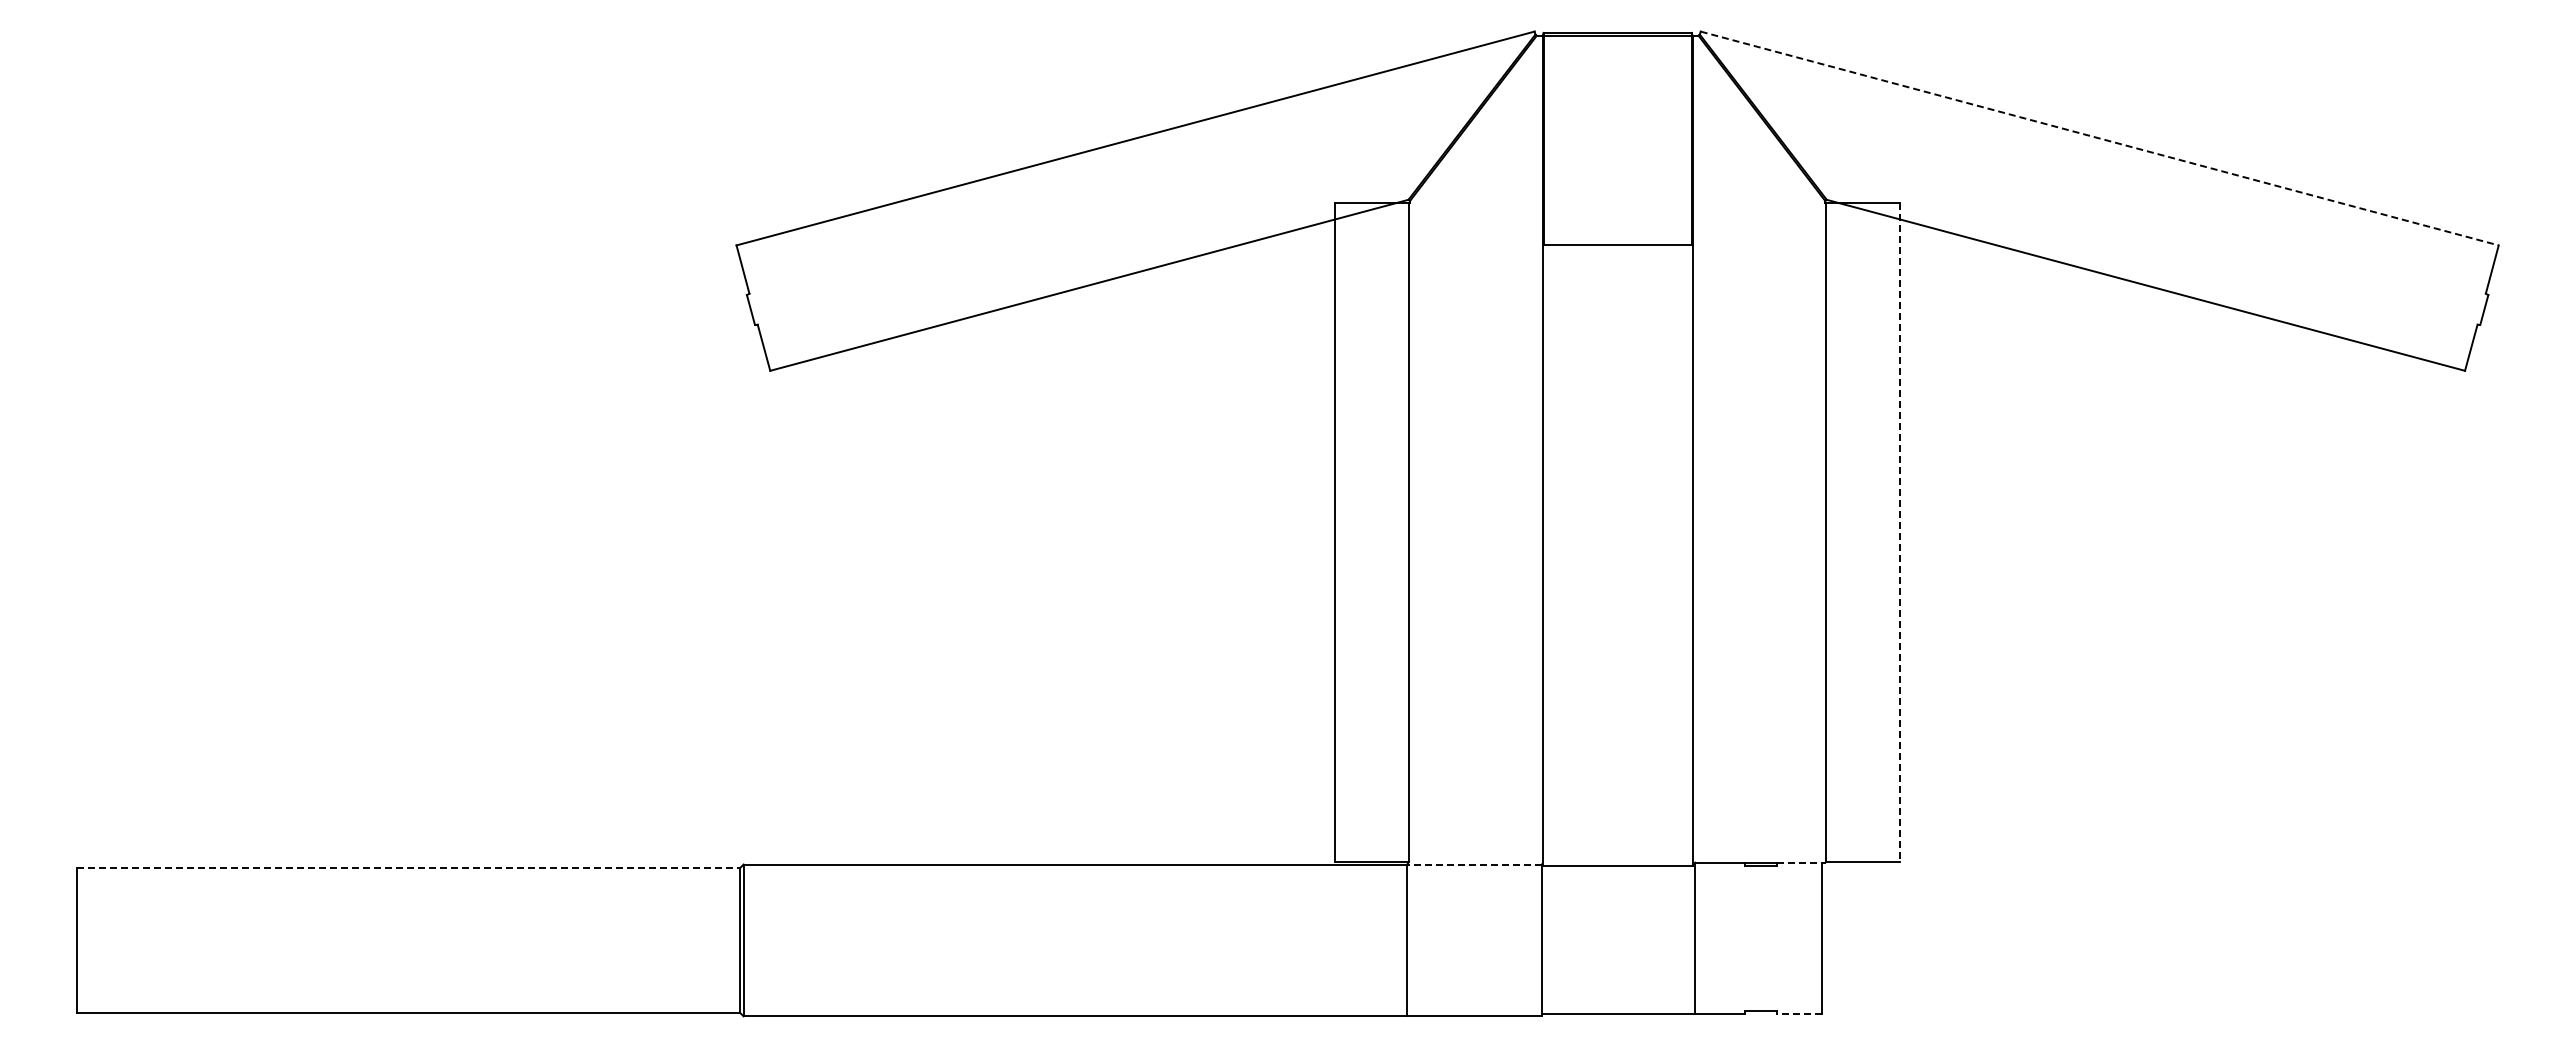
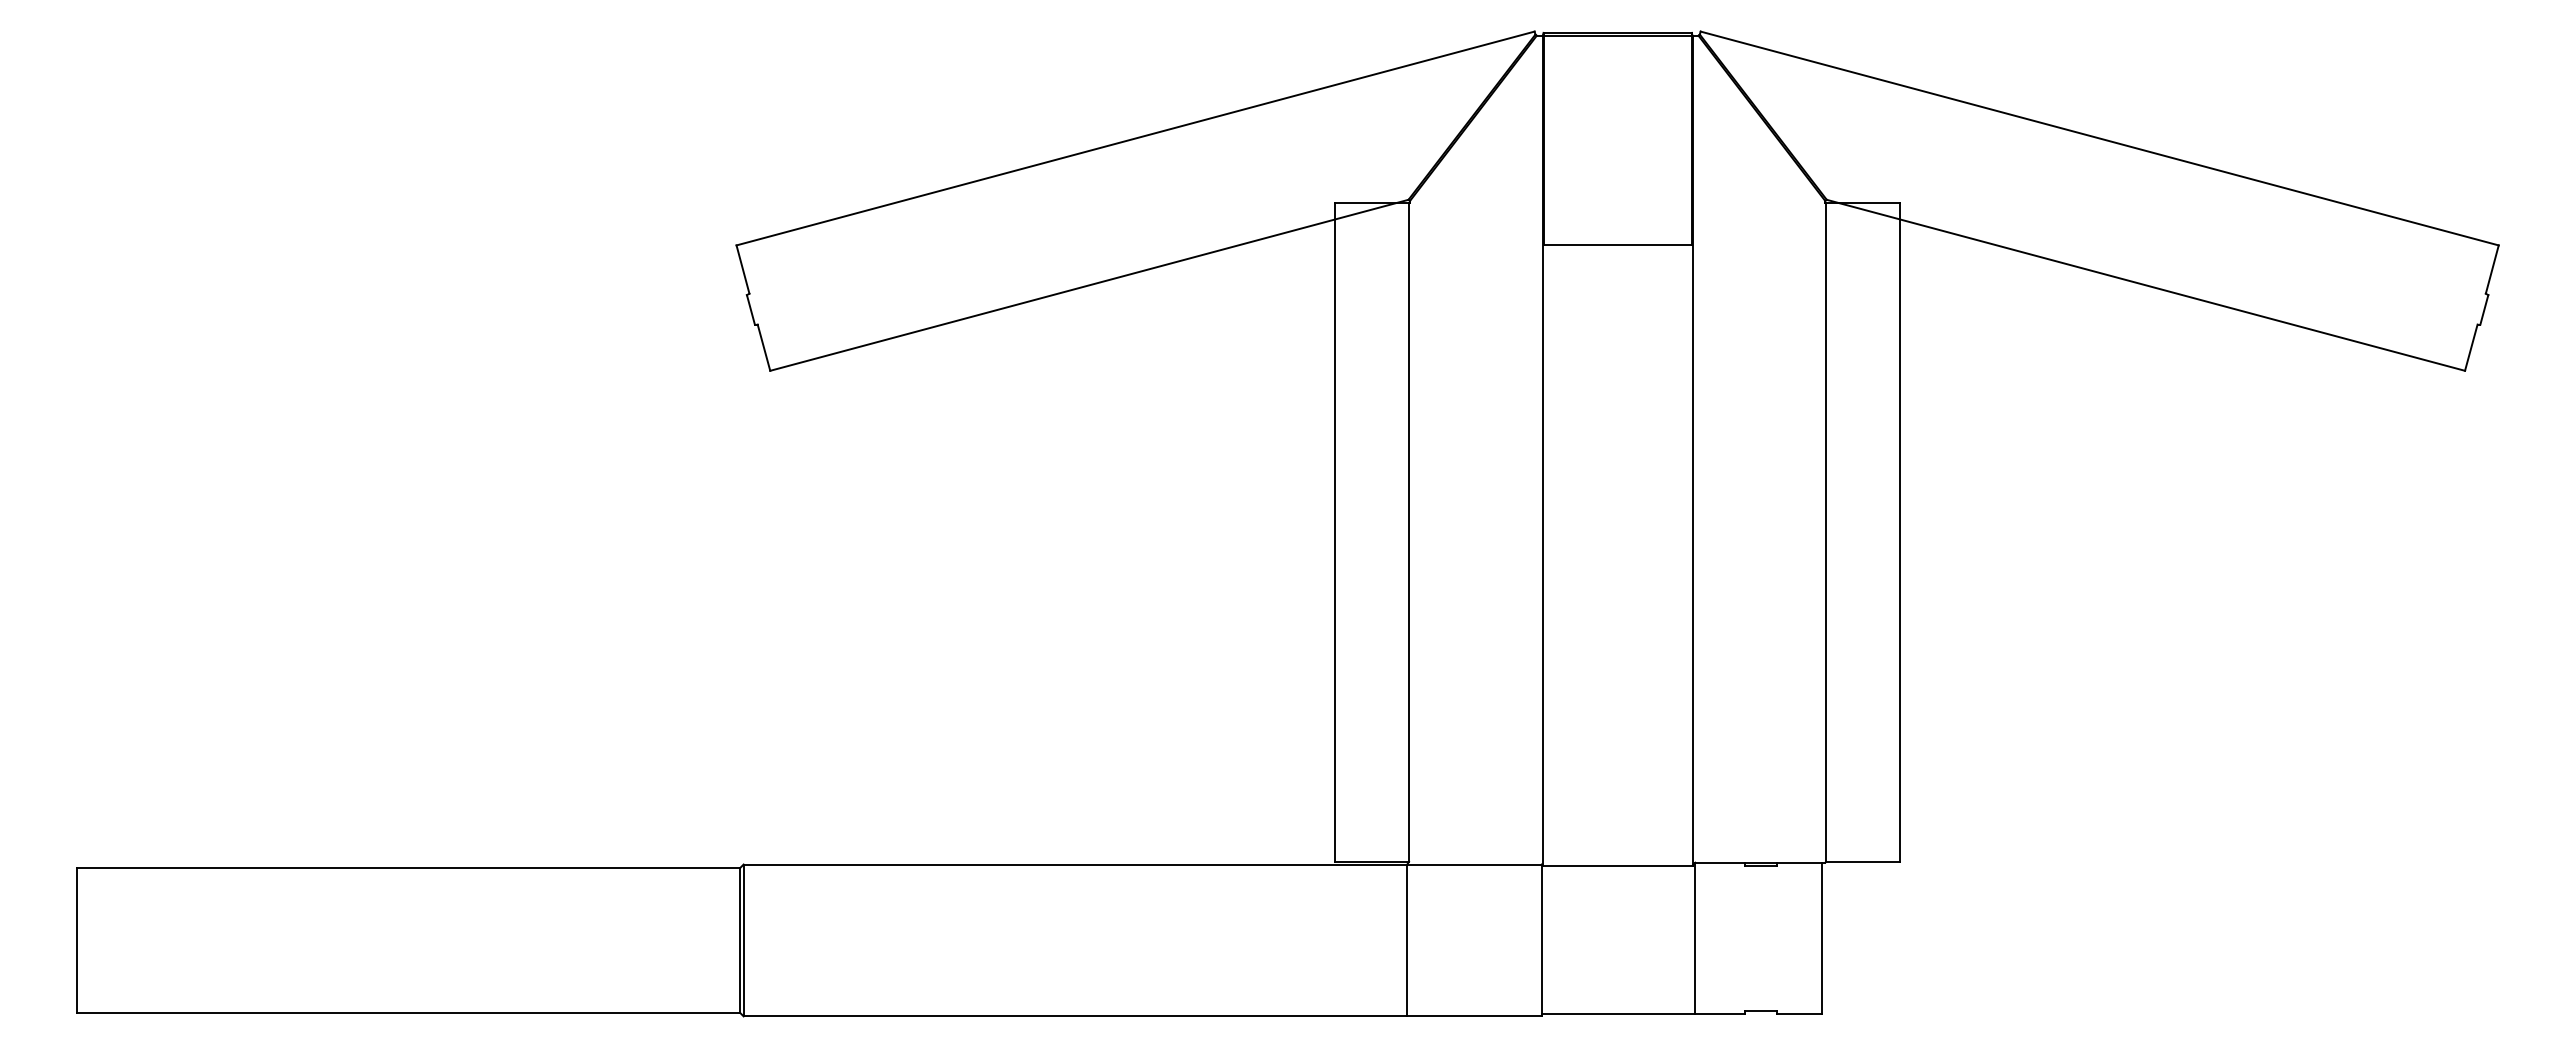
line at (2100, 138): dashed -> solid
line at (1900, 532): dashed -> solid
line at (1799, 862): dashed -> solid
line at (1473, 864): dashed -> solid
line at (409, 868): dashed -> solid
line at (1798, 1013): dashed -> solid
